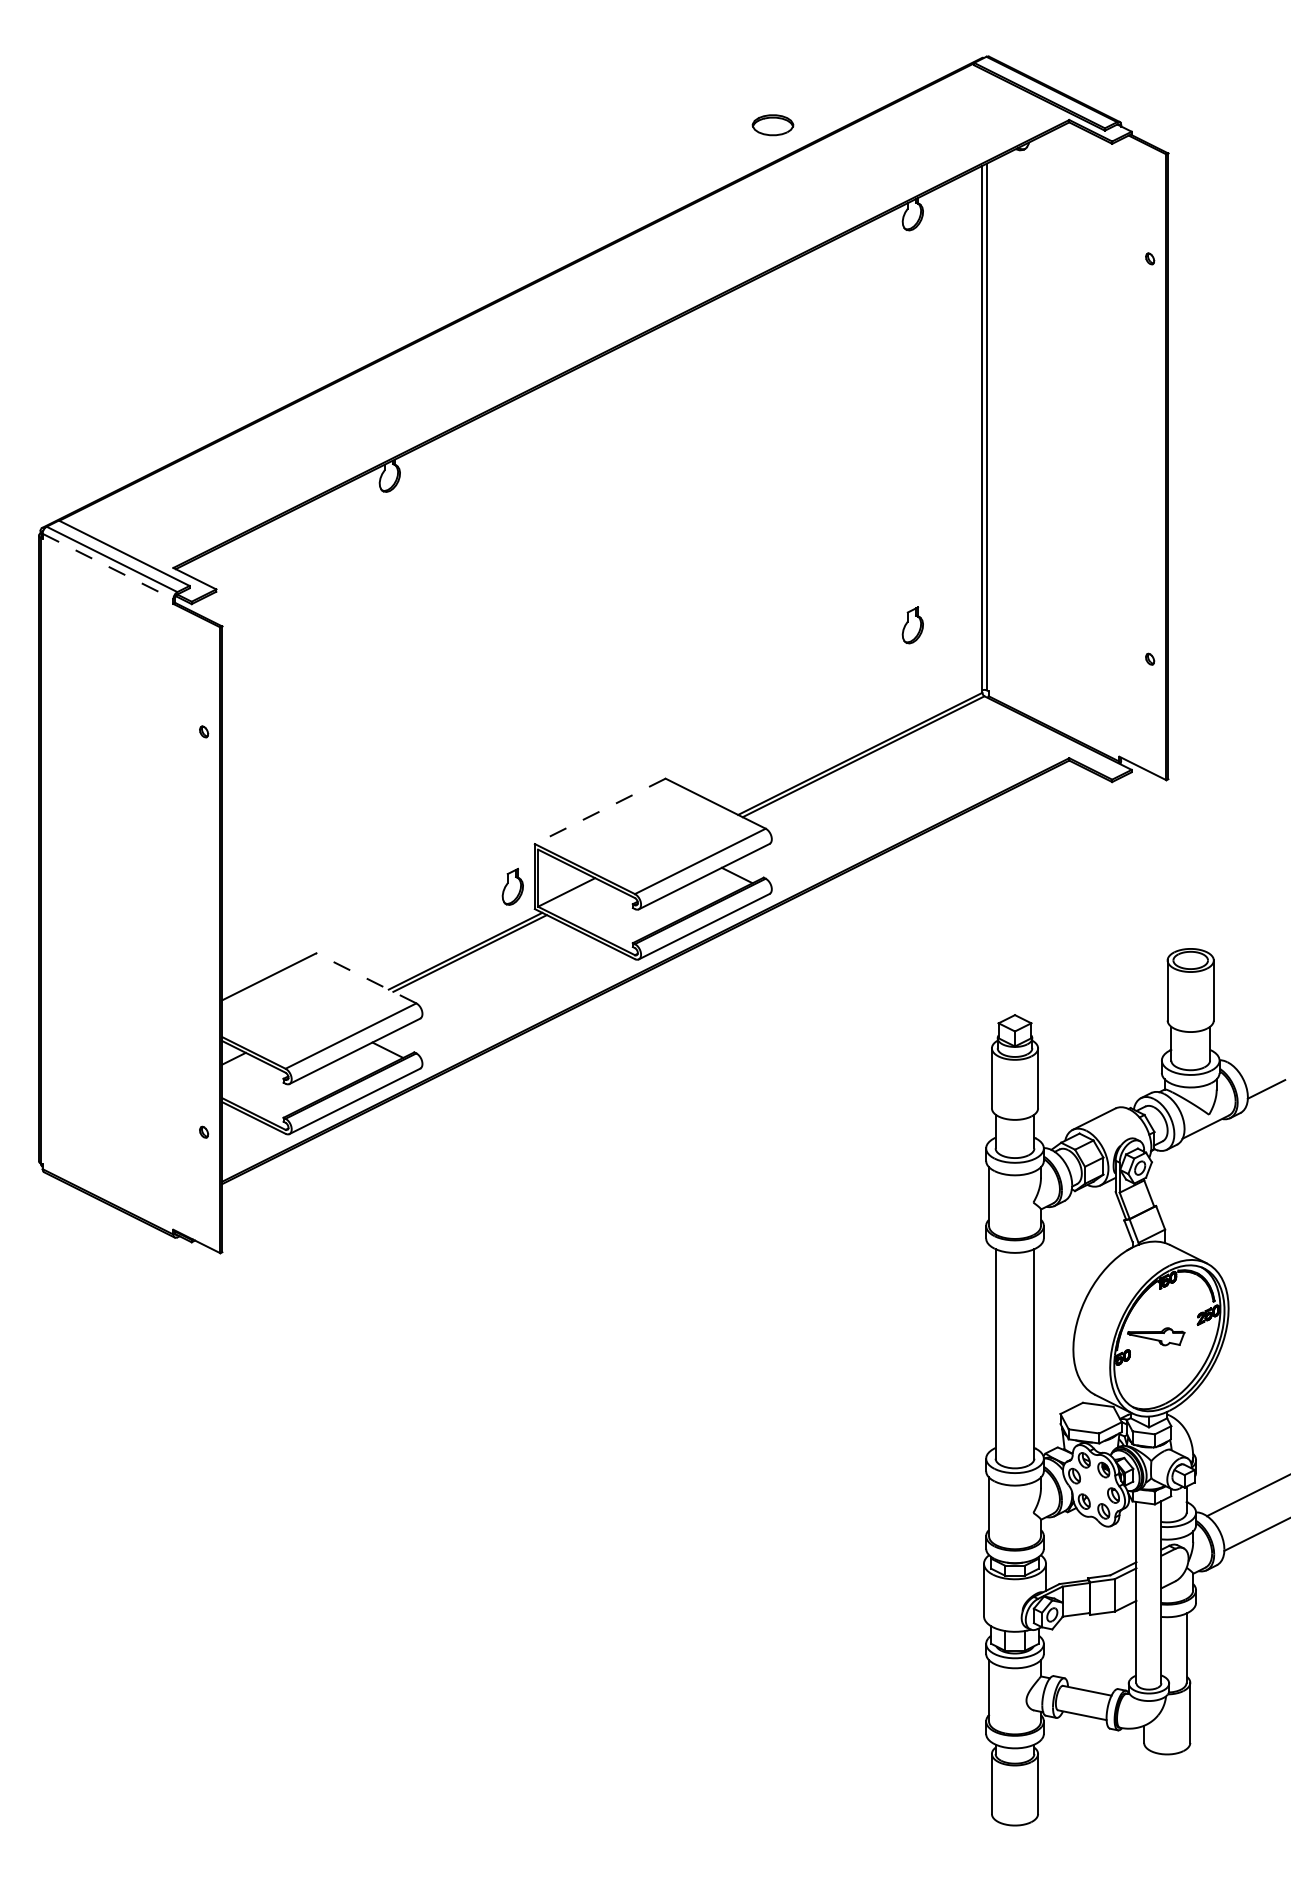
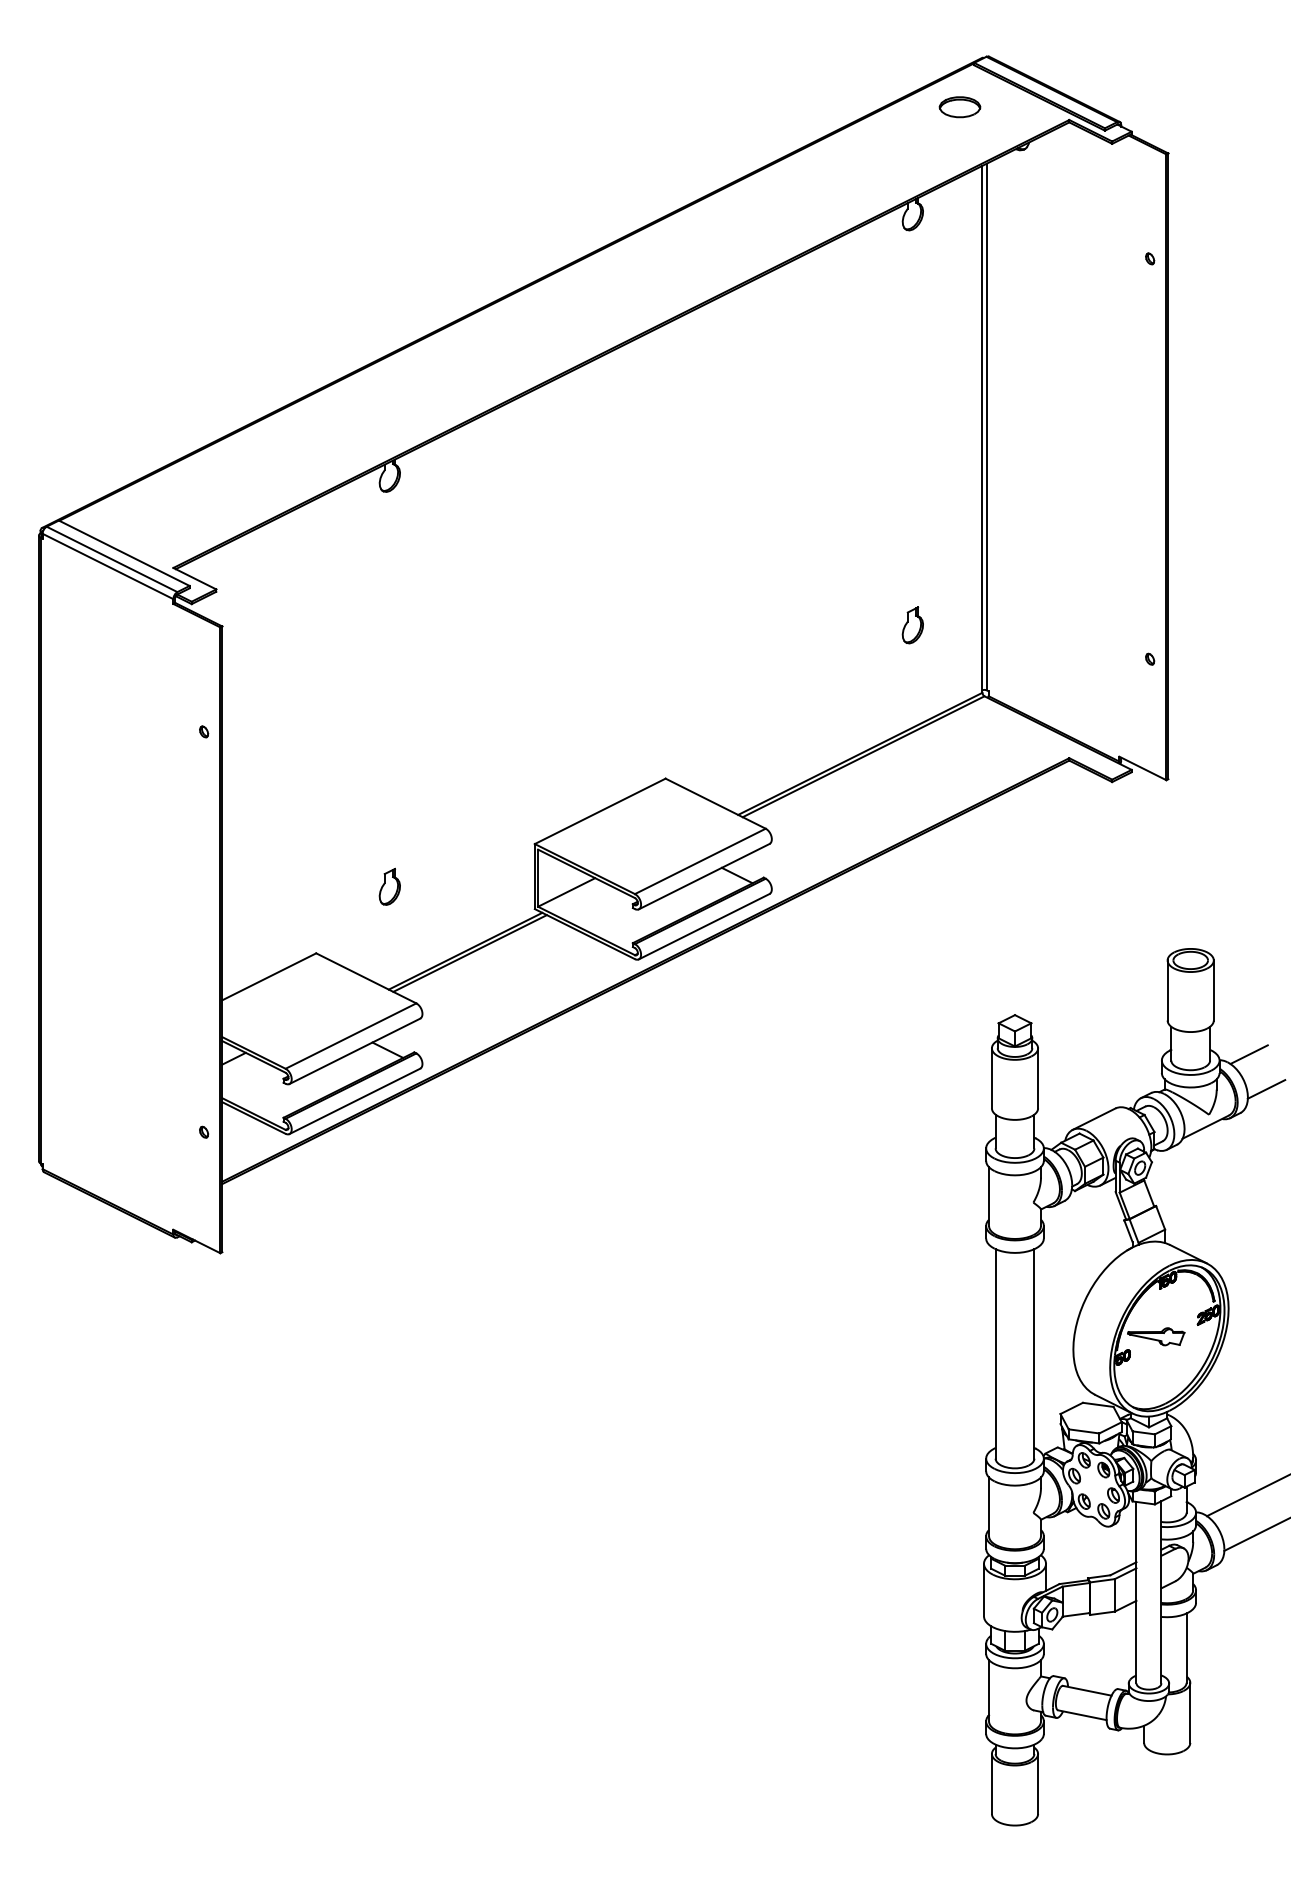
part at (772, 125) position: (772, 125) -> (959, 107)
line at (108, 566): dashed -> solid
line at (599, 811): dashed -> solid
part at (512, 886) position: (512, 886) -> (389, 886)
line at (366, 978): dashed -> solid
line at (1248, 1054): none -> present
